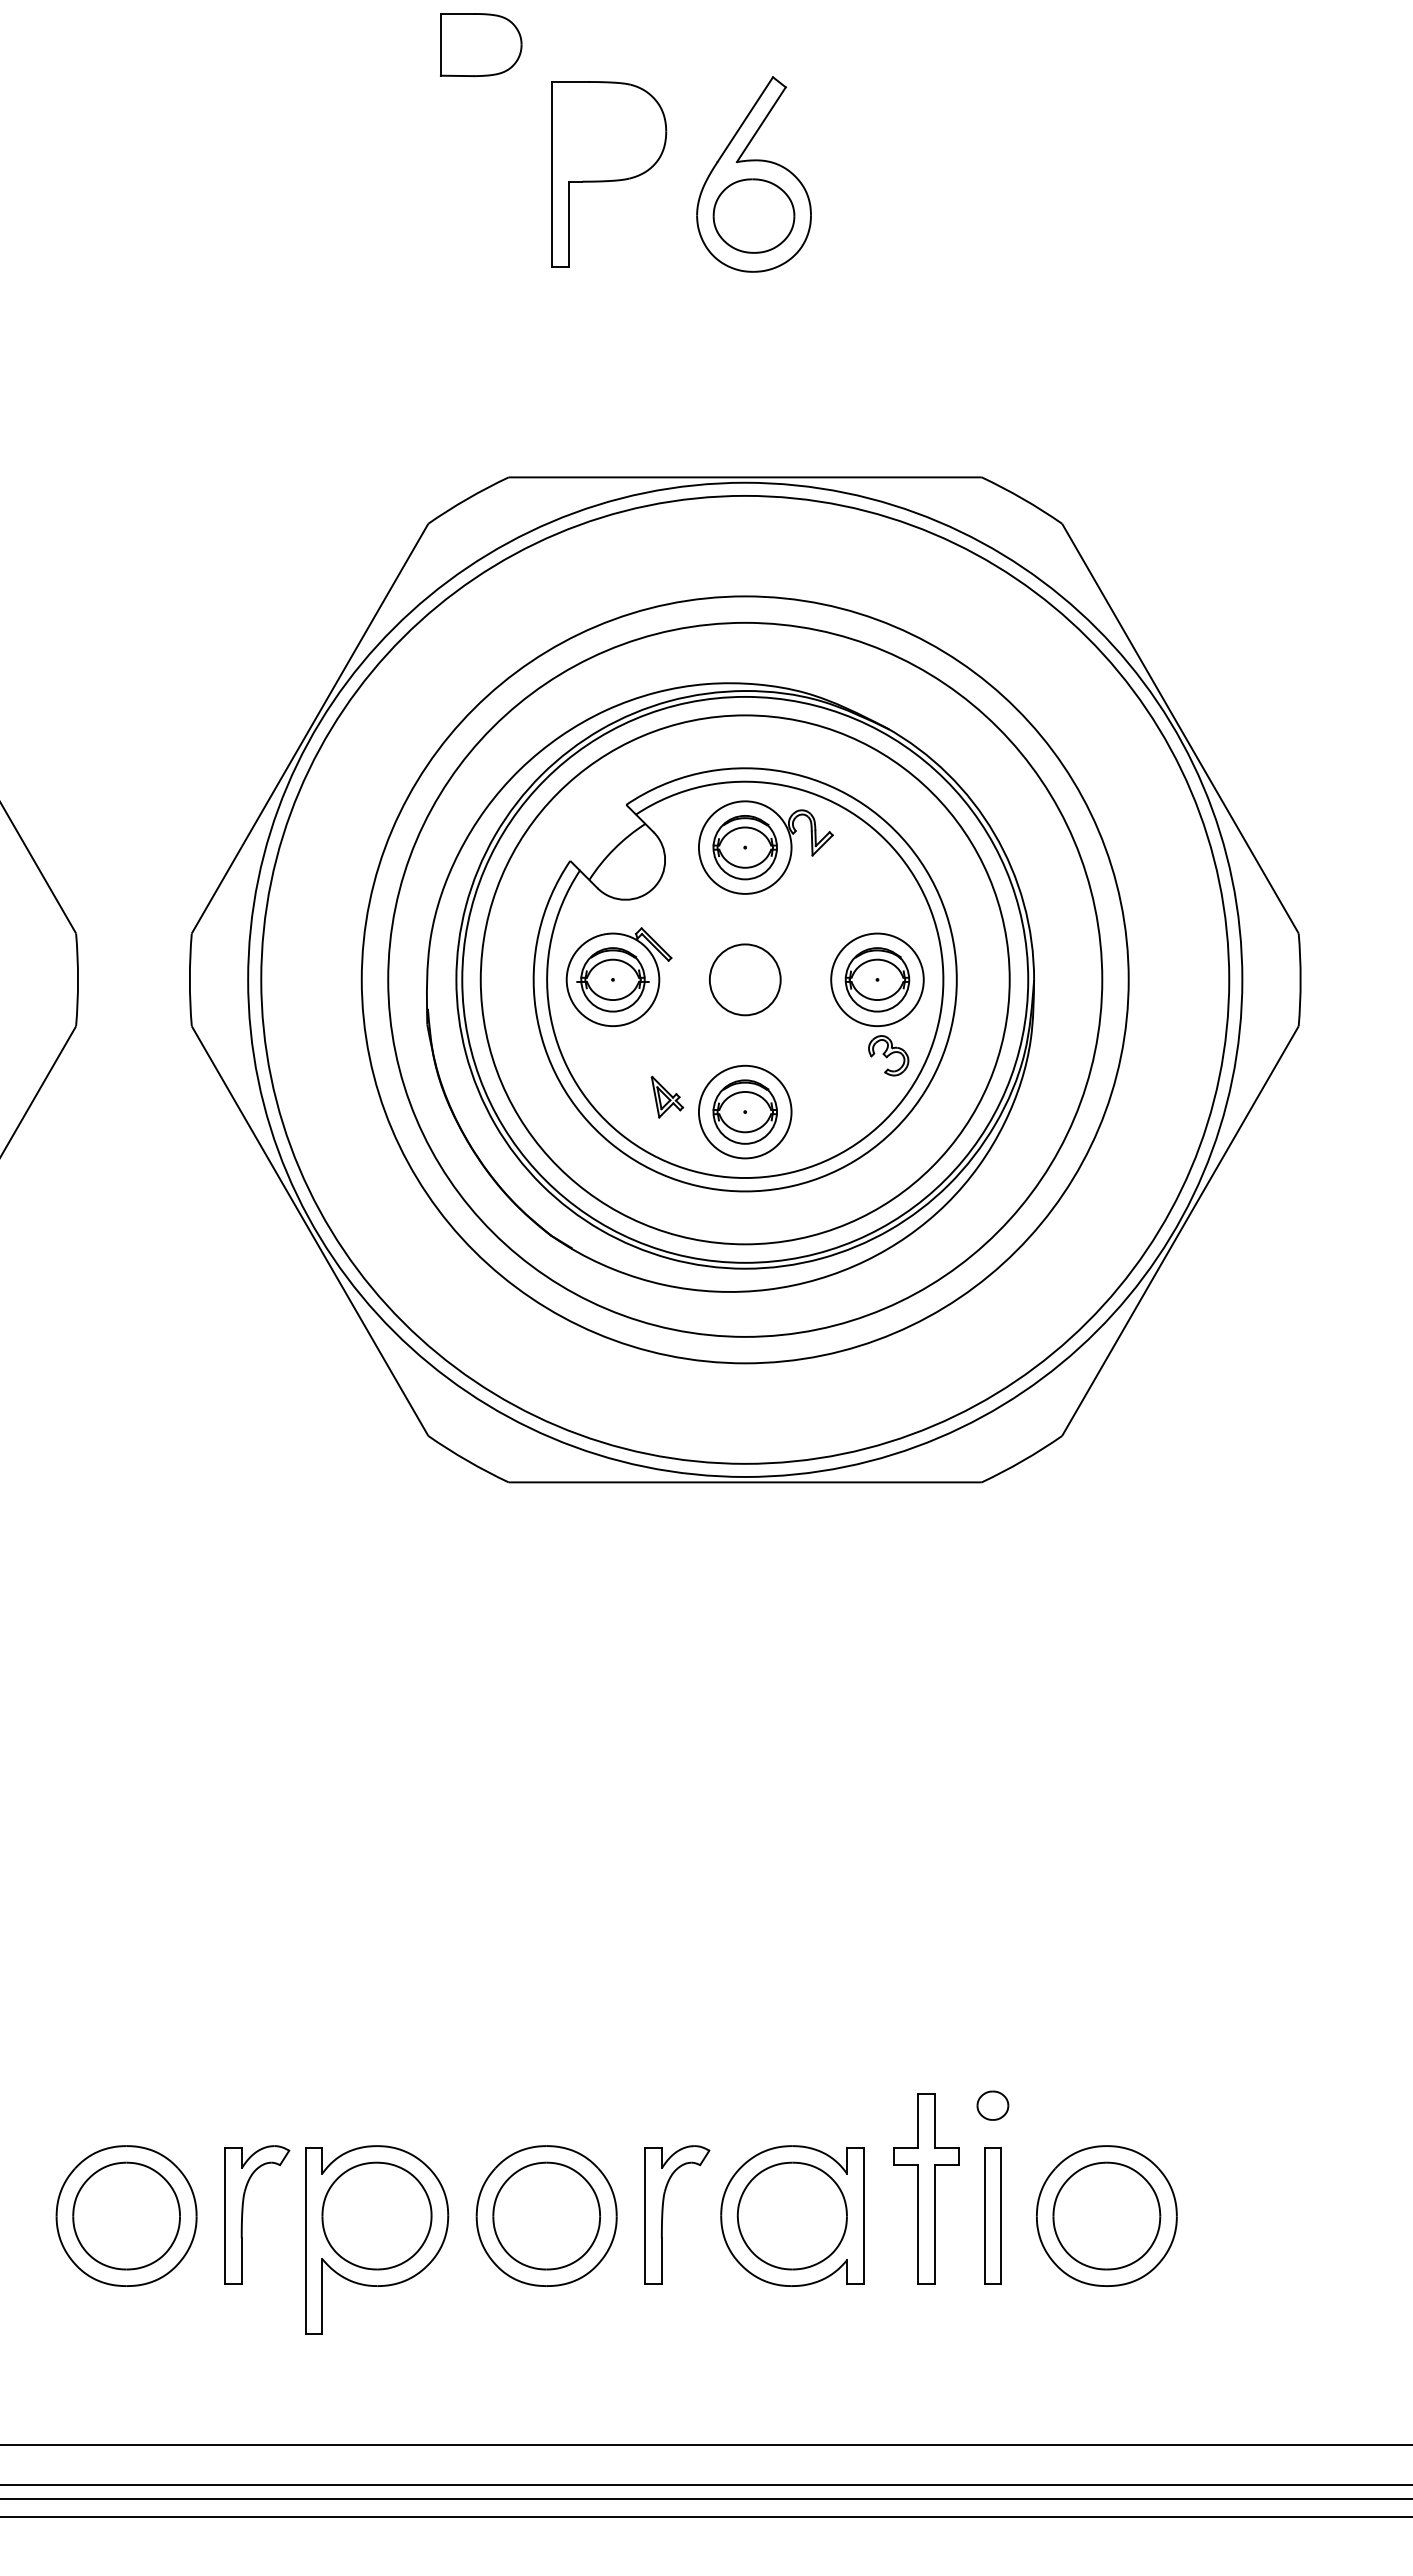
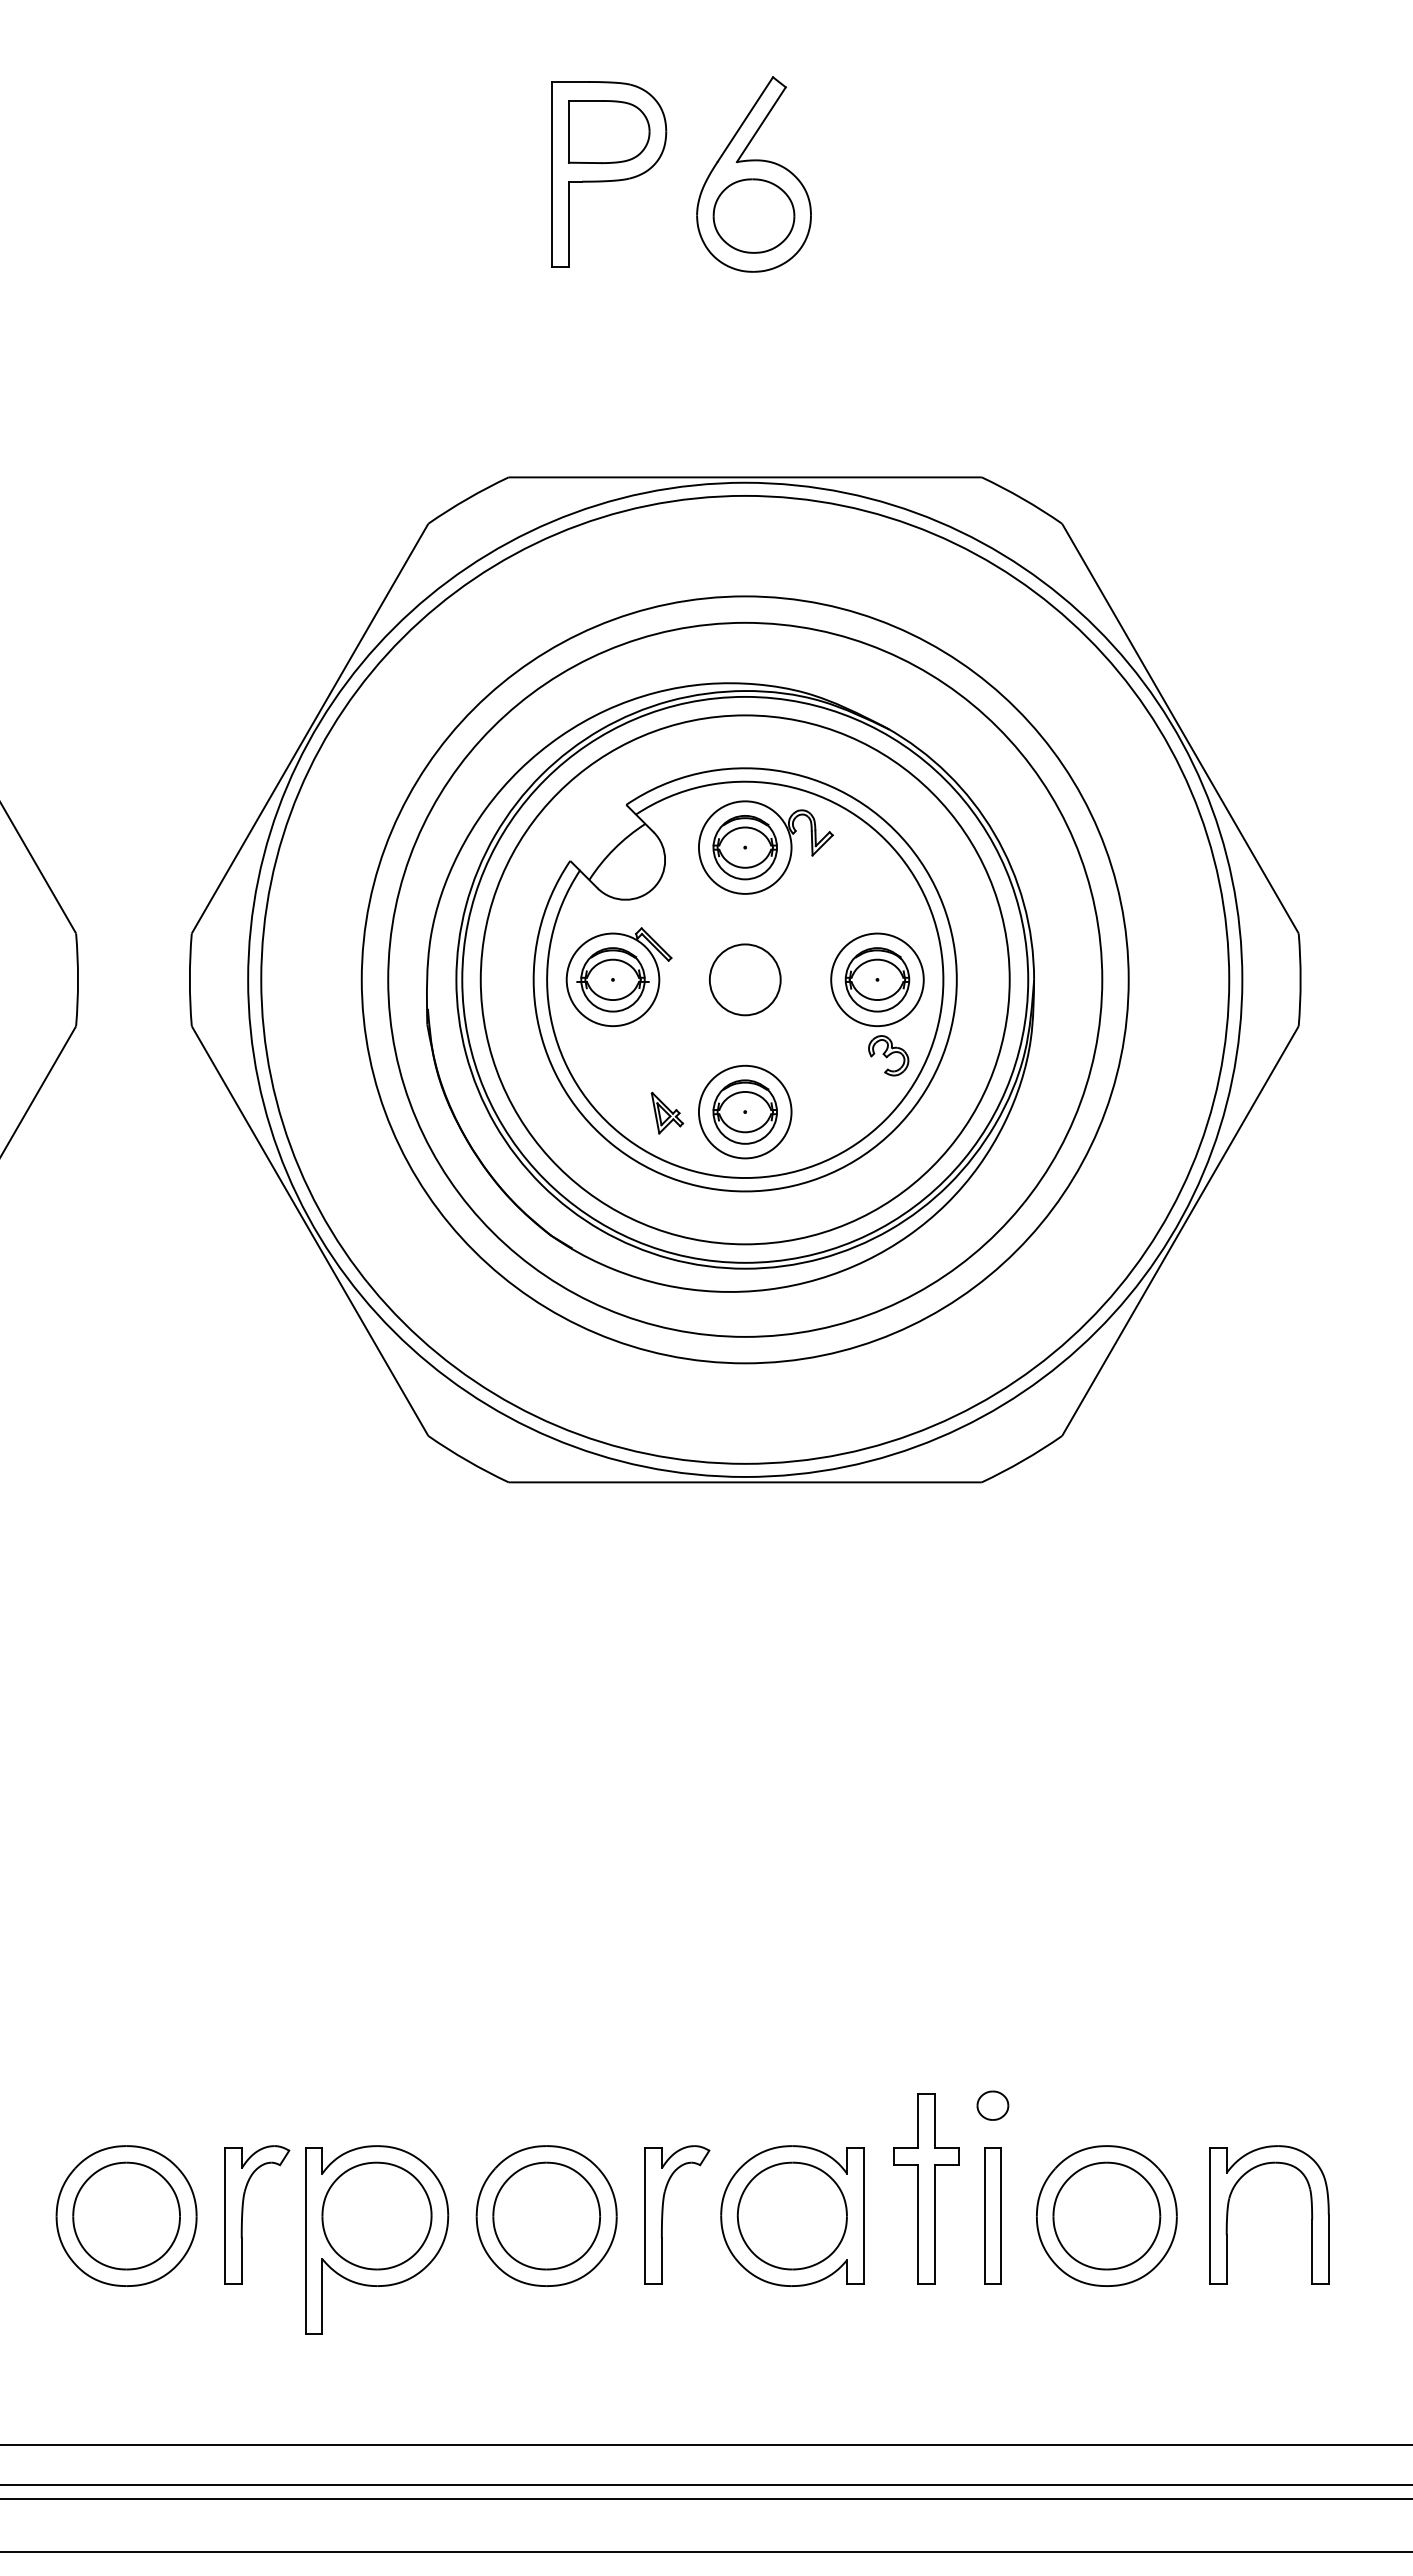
part at (481, 45) position: (481, 45) -> (609, 132)
part at (667, 1096) position: (667, 1096) -> (667, 1112)
part at (1228, 2214): none -> present
line at (705, 2517) position: (705, 2517) -> (705, 2552)
